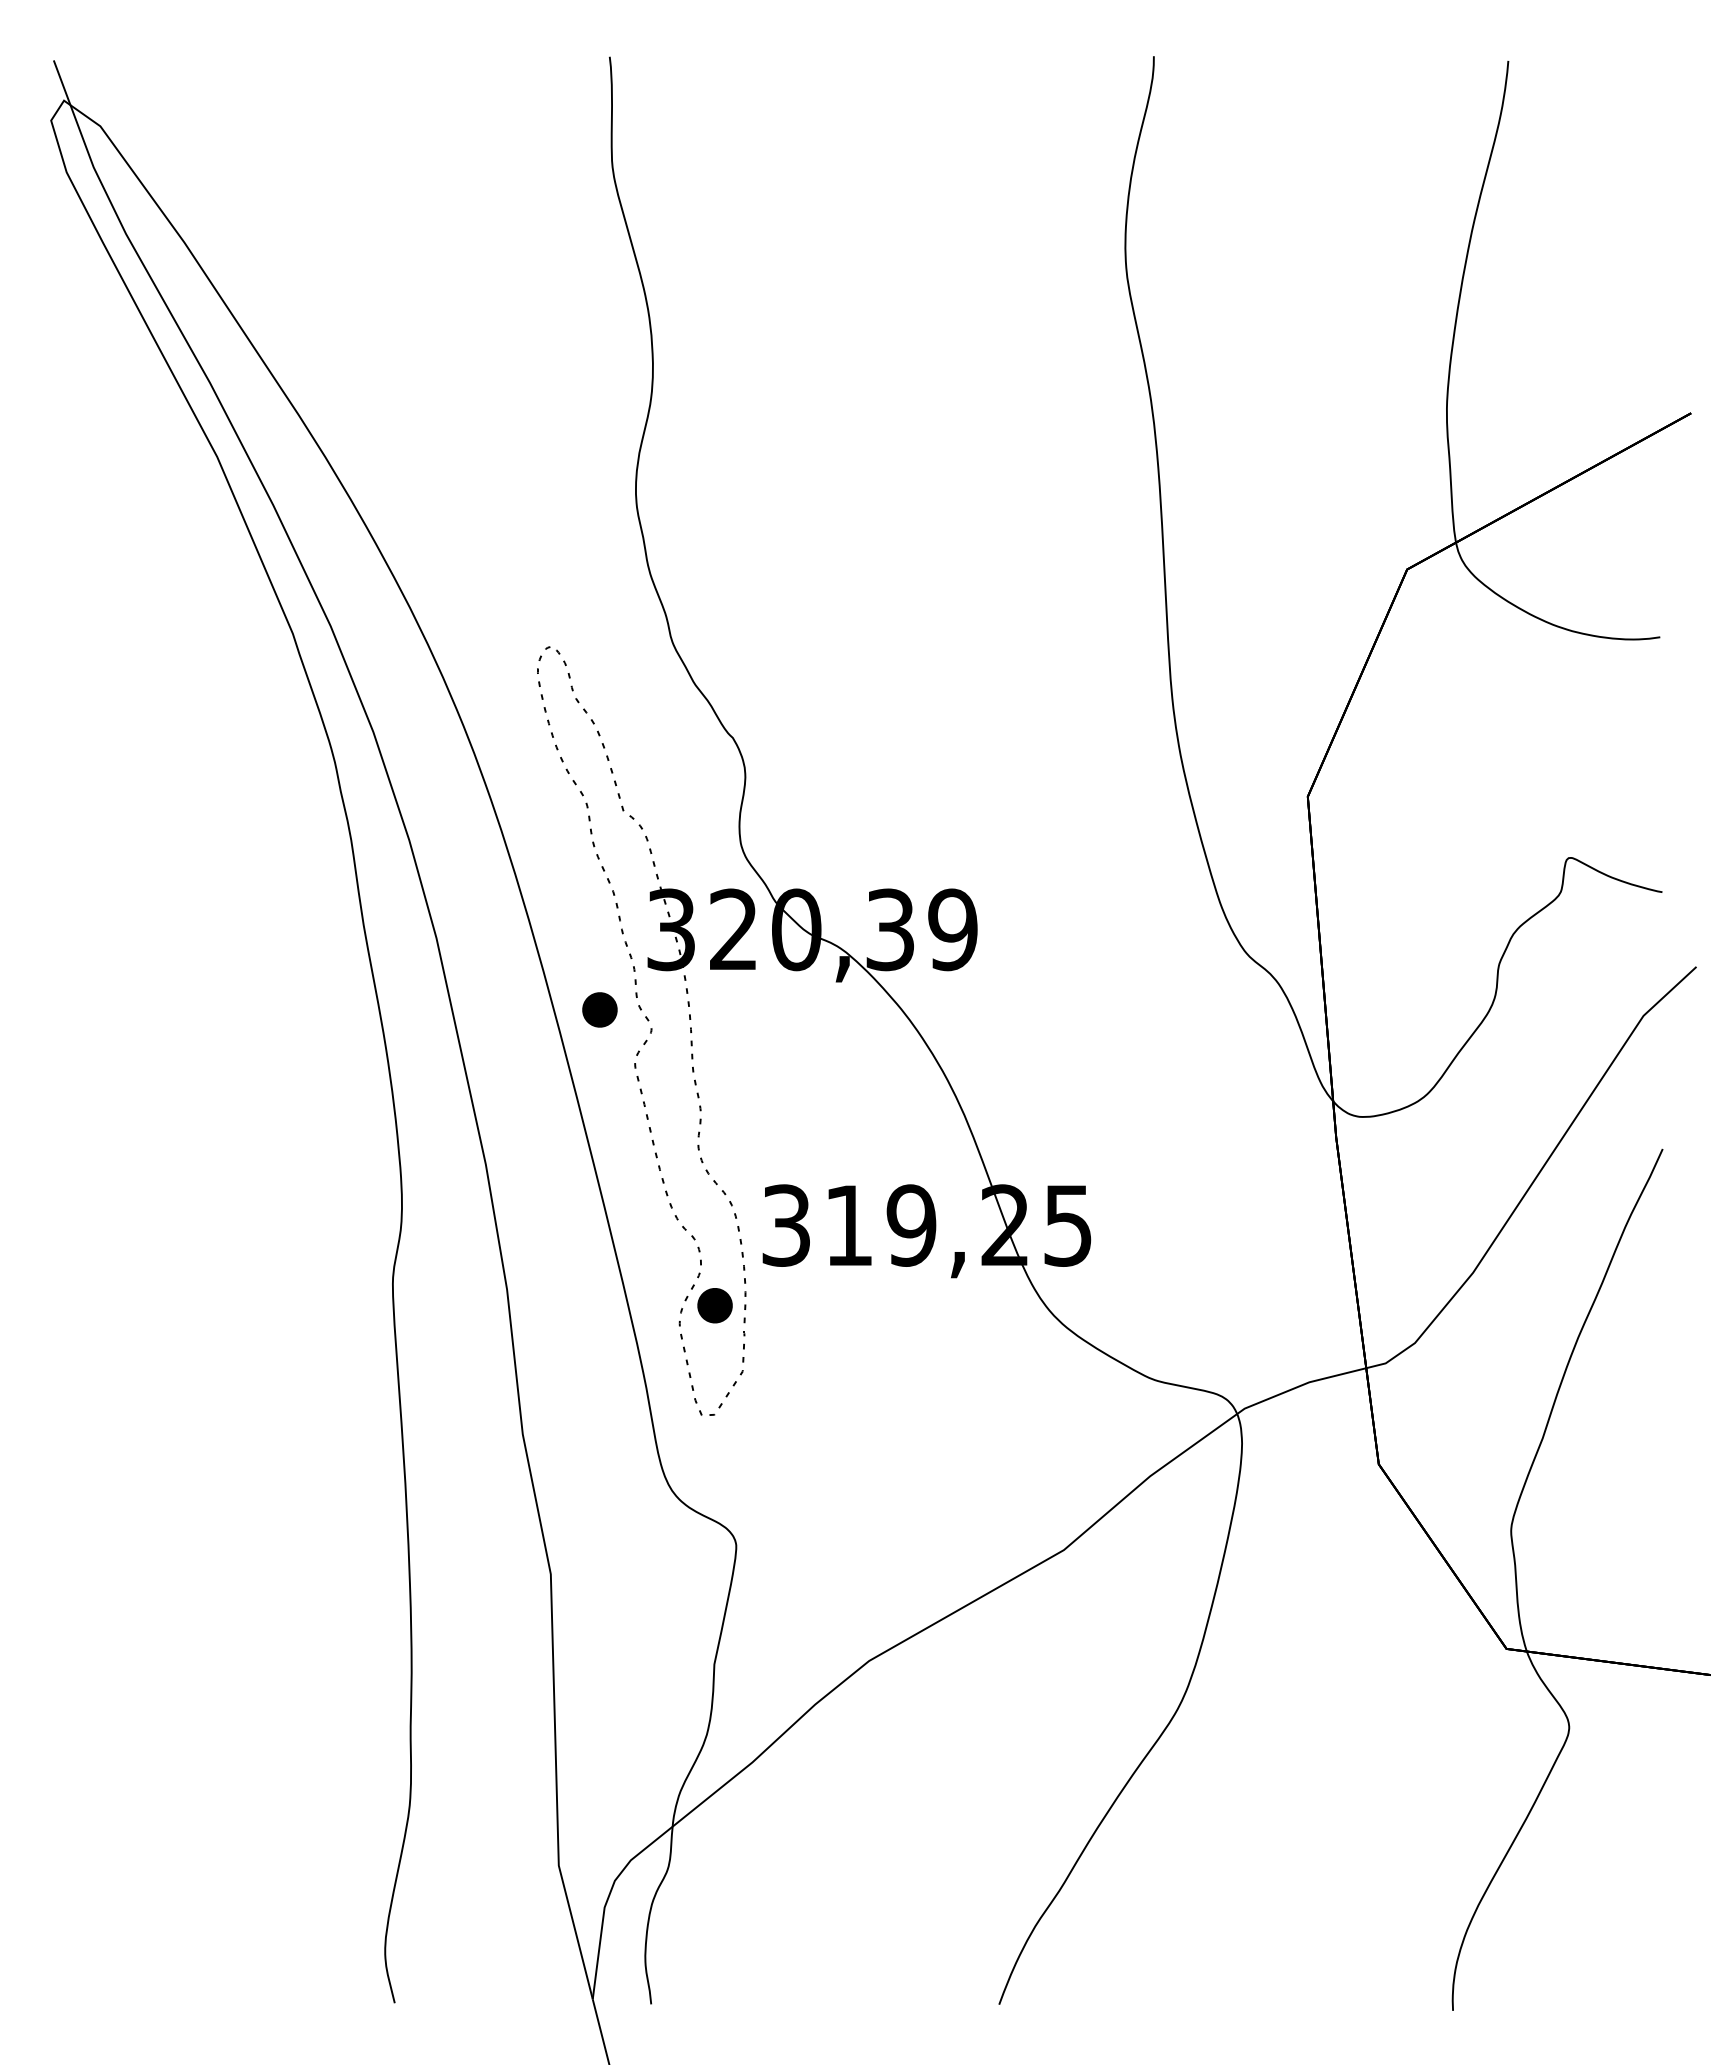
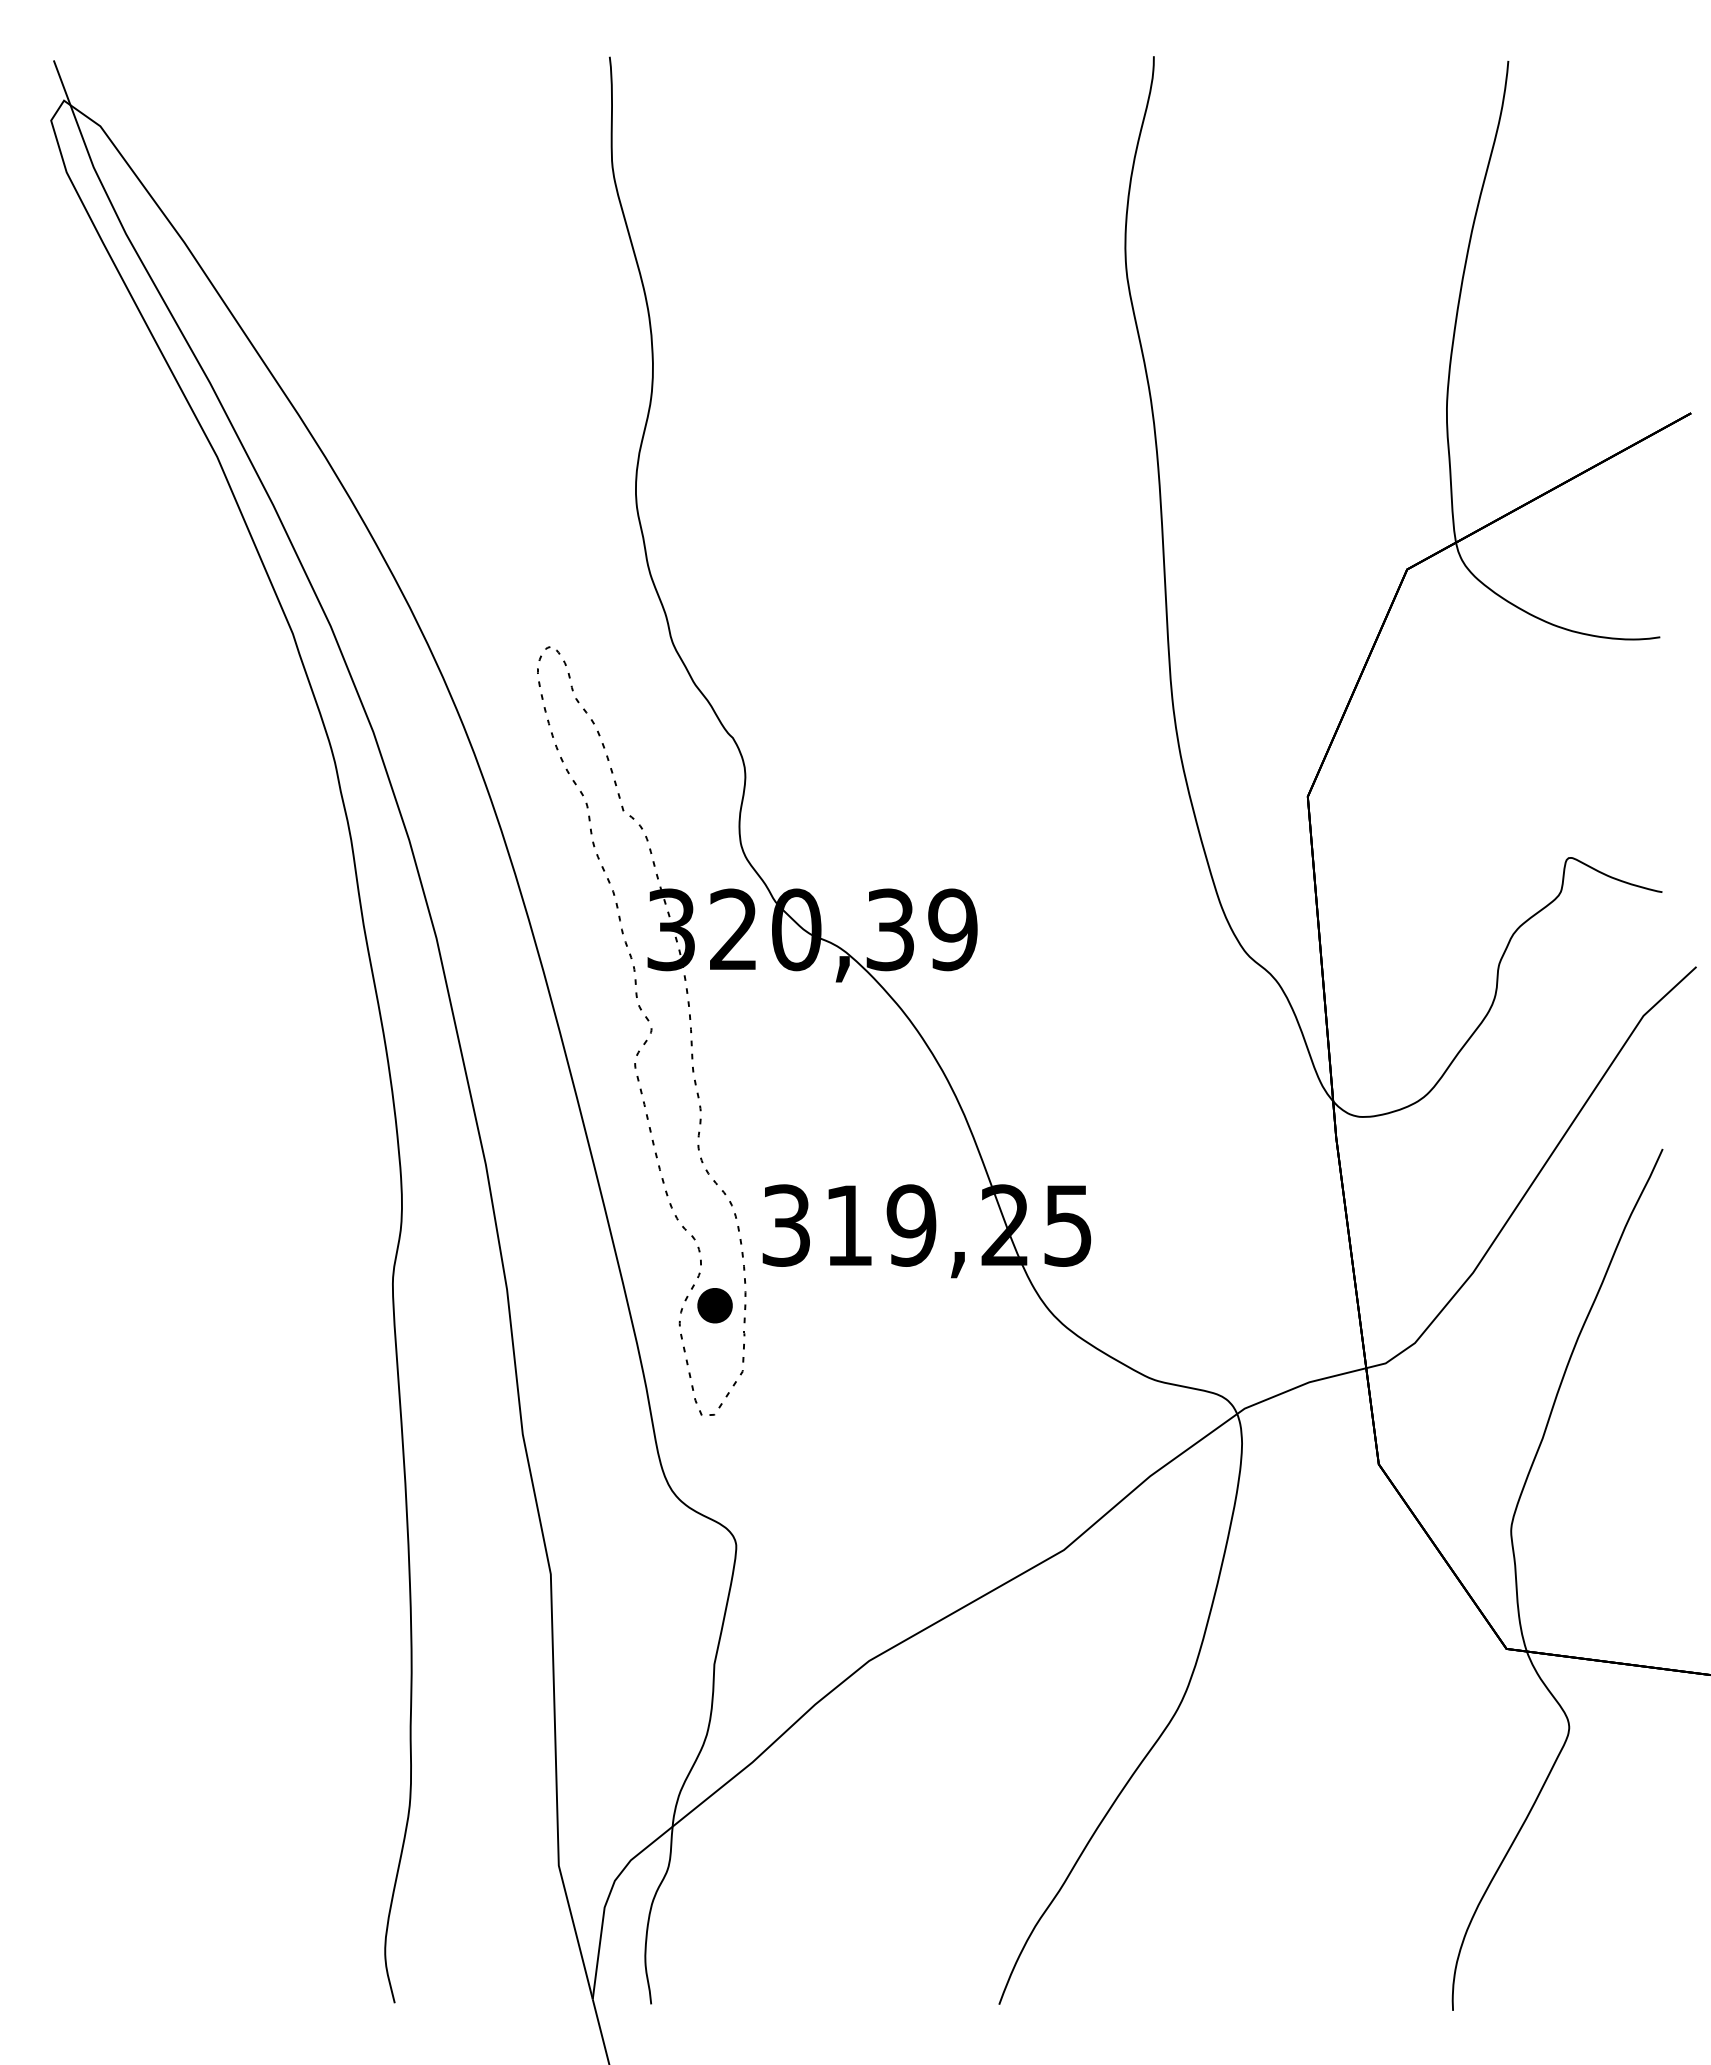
part at (599, 1009): present -> none
